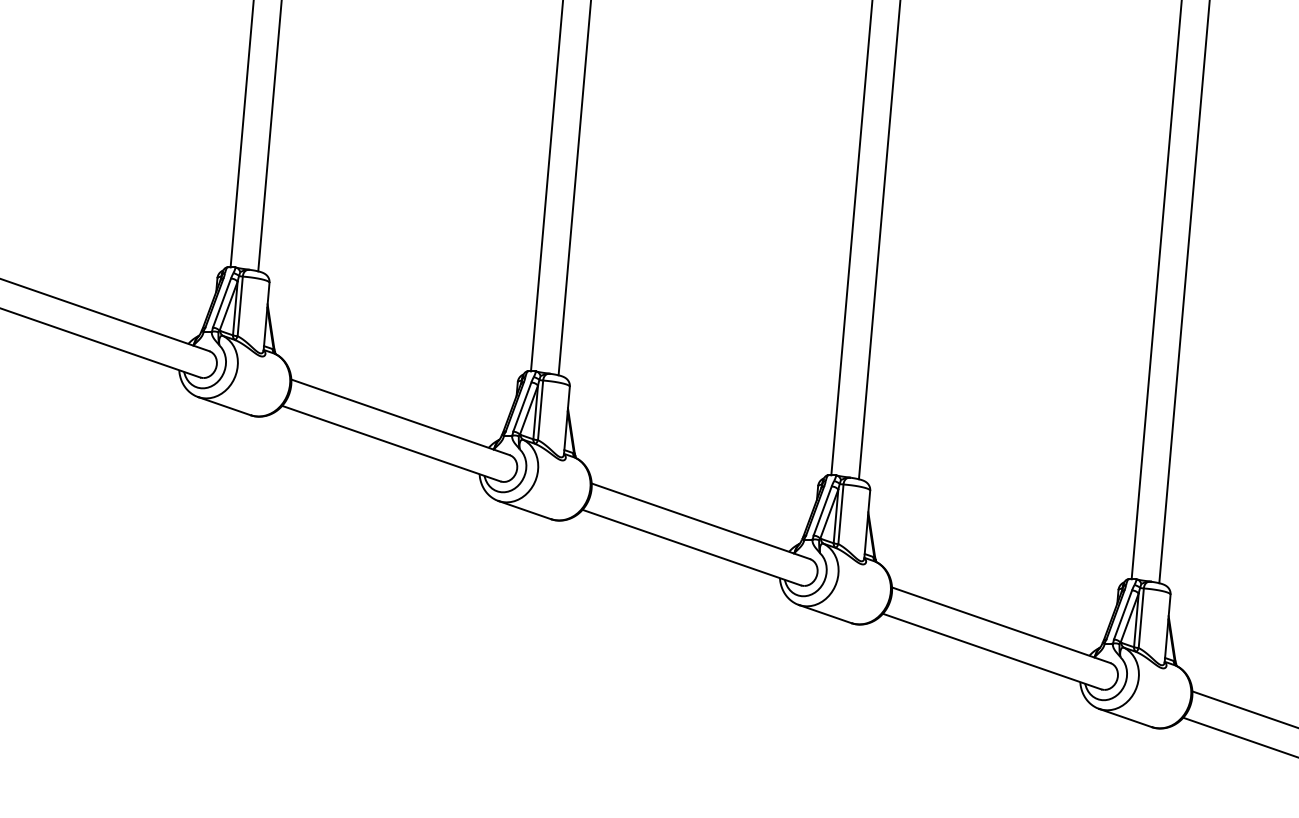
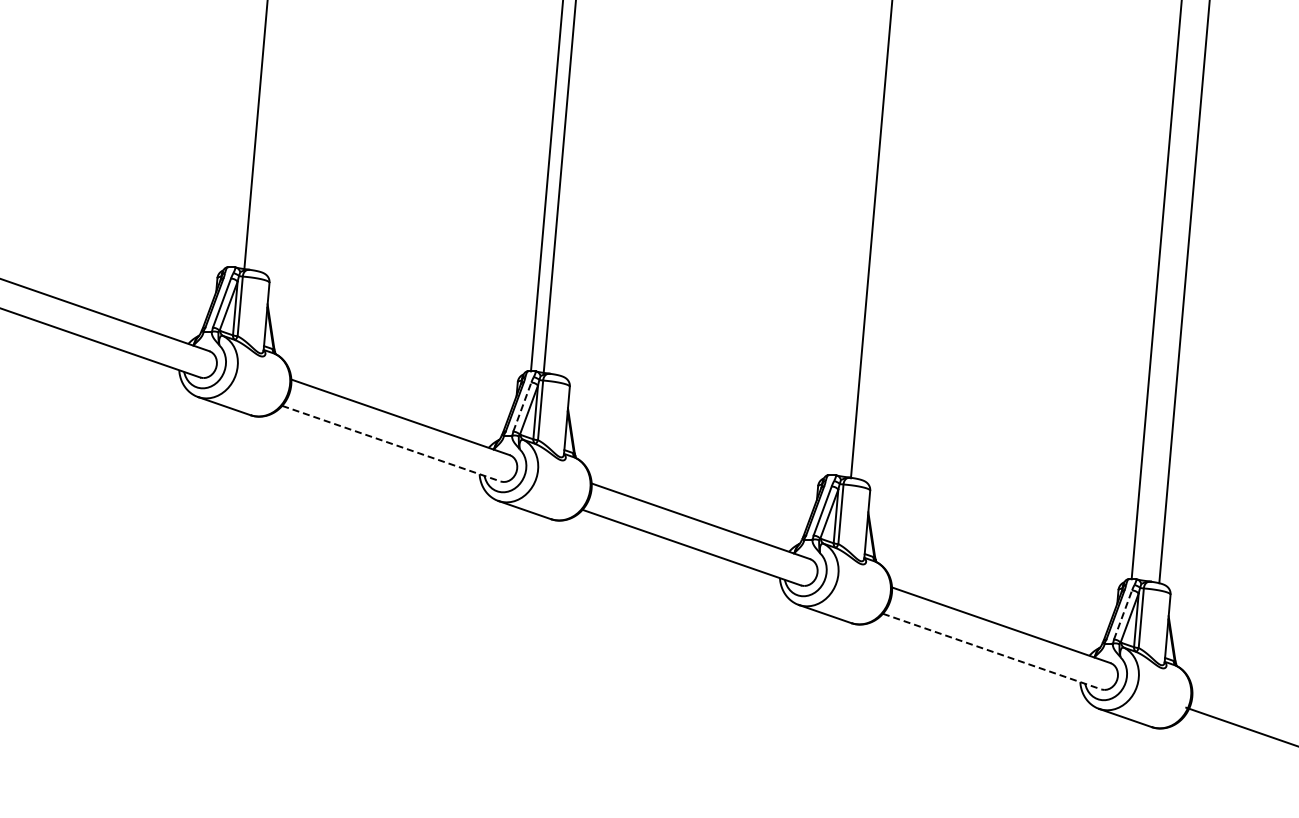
line at (241, 134): present -> none
line at (269, 136) position: (269, 136) -> (255, 136)
line at (574, 188) position: (574, 188) -> (559, 188)
line at (851, 238): present -> none
line at (879, 240) position: (879, 240) -> (871, 240)
line at (522, 406): solid -> dashed
line at (391, 443): solid -> dashed
line at (1123, 614): solid -> dashed
line at (992, 651): solid -> dashed
line at (1243, 709): present -> none
line at (1239, 736) position: (1239, 736) -> (1240, 726)
